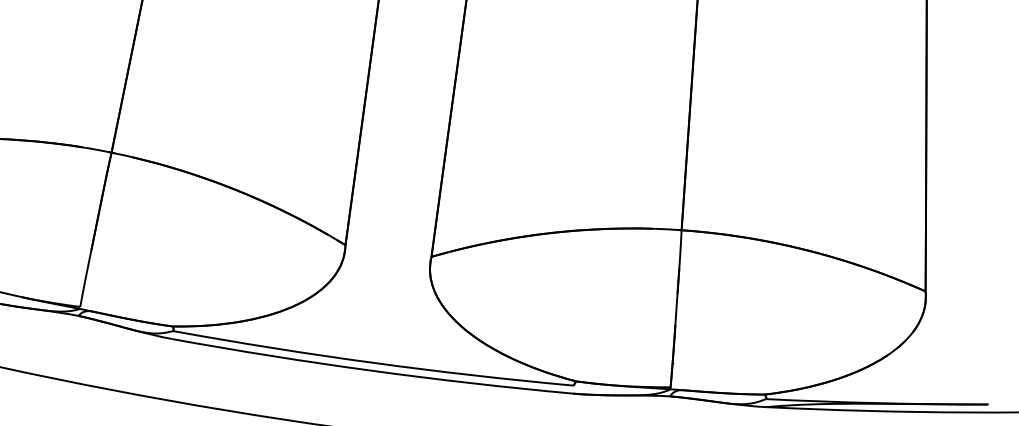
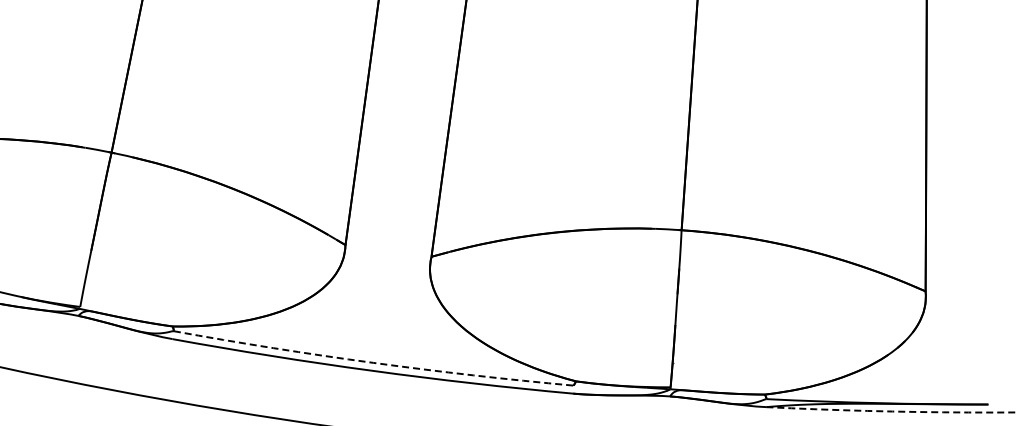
arc at (373, 362): solid -> dashed
arc at (893, 411): solid -> dashed
